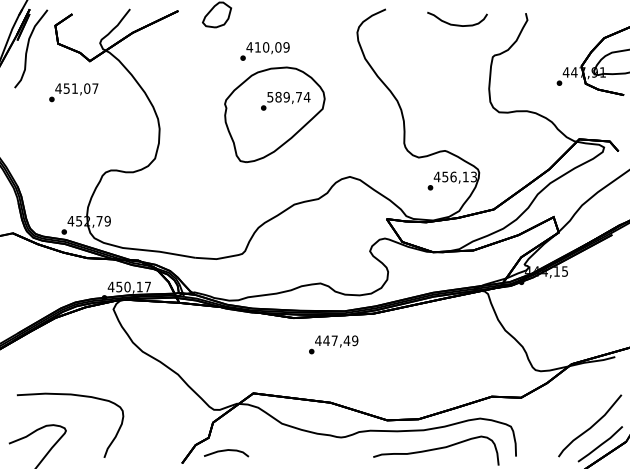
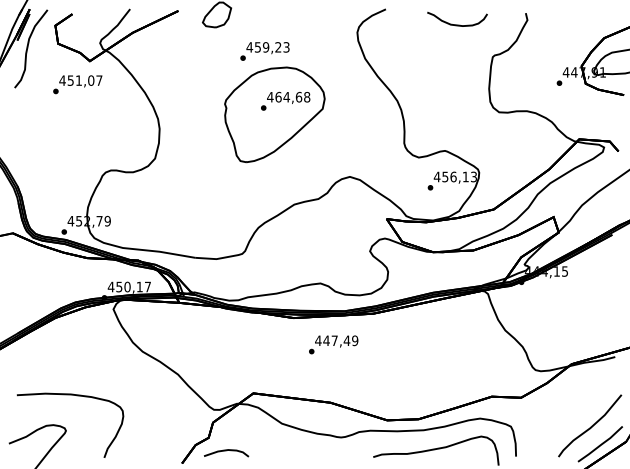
text at (271, 47): 410,09 -> 459,23
text at (73, 92) position: (73, 92) -> (77, 84)
text at (288, 96): 589,74 -> 464,68
